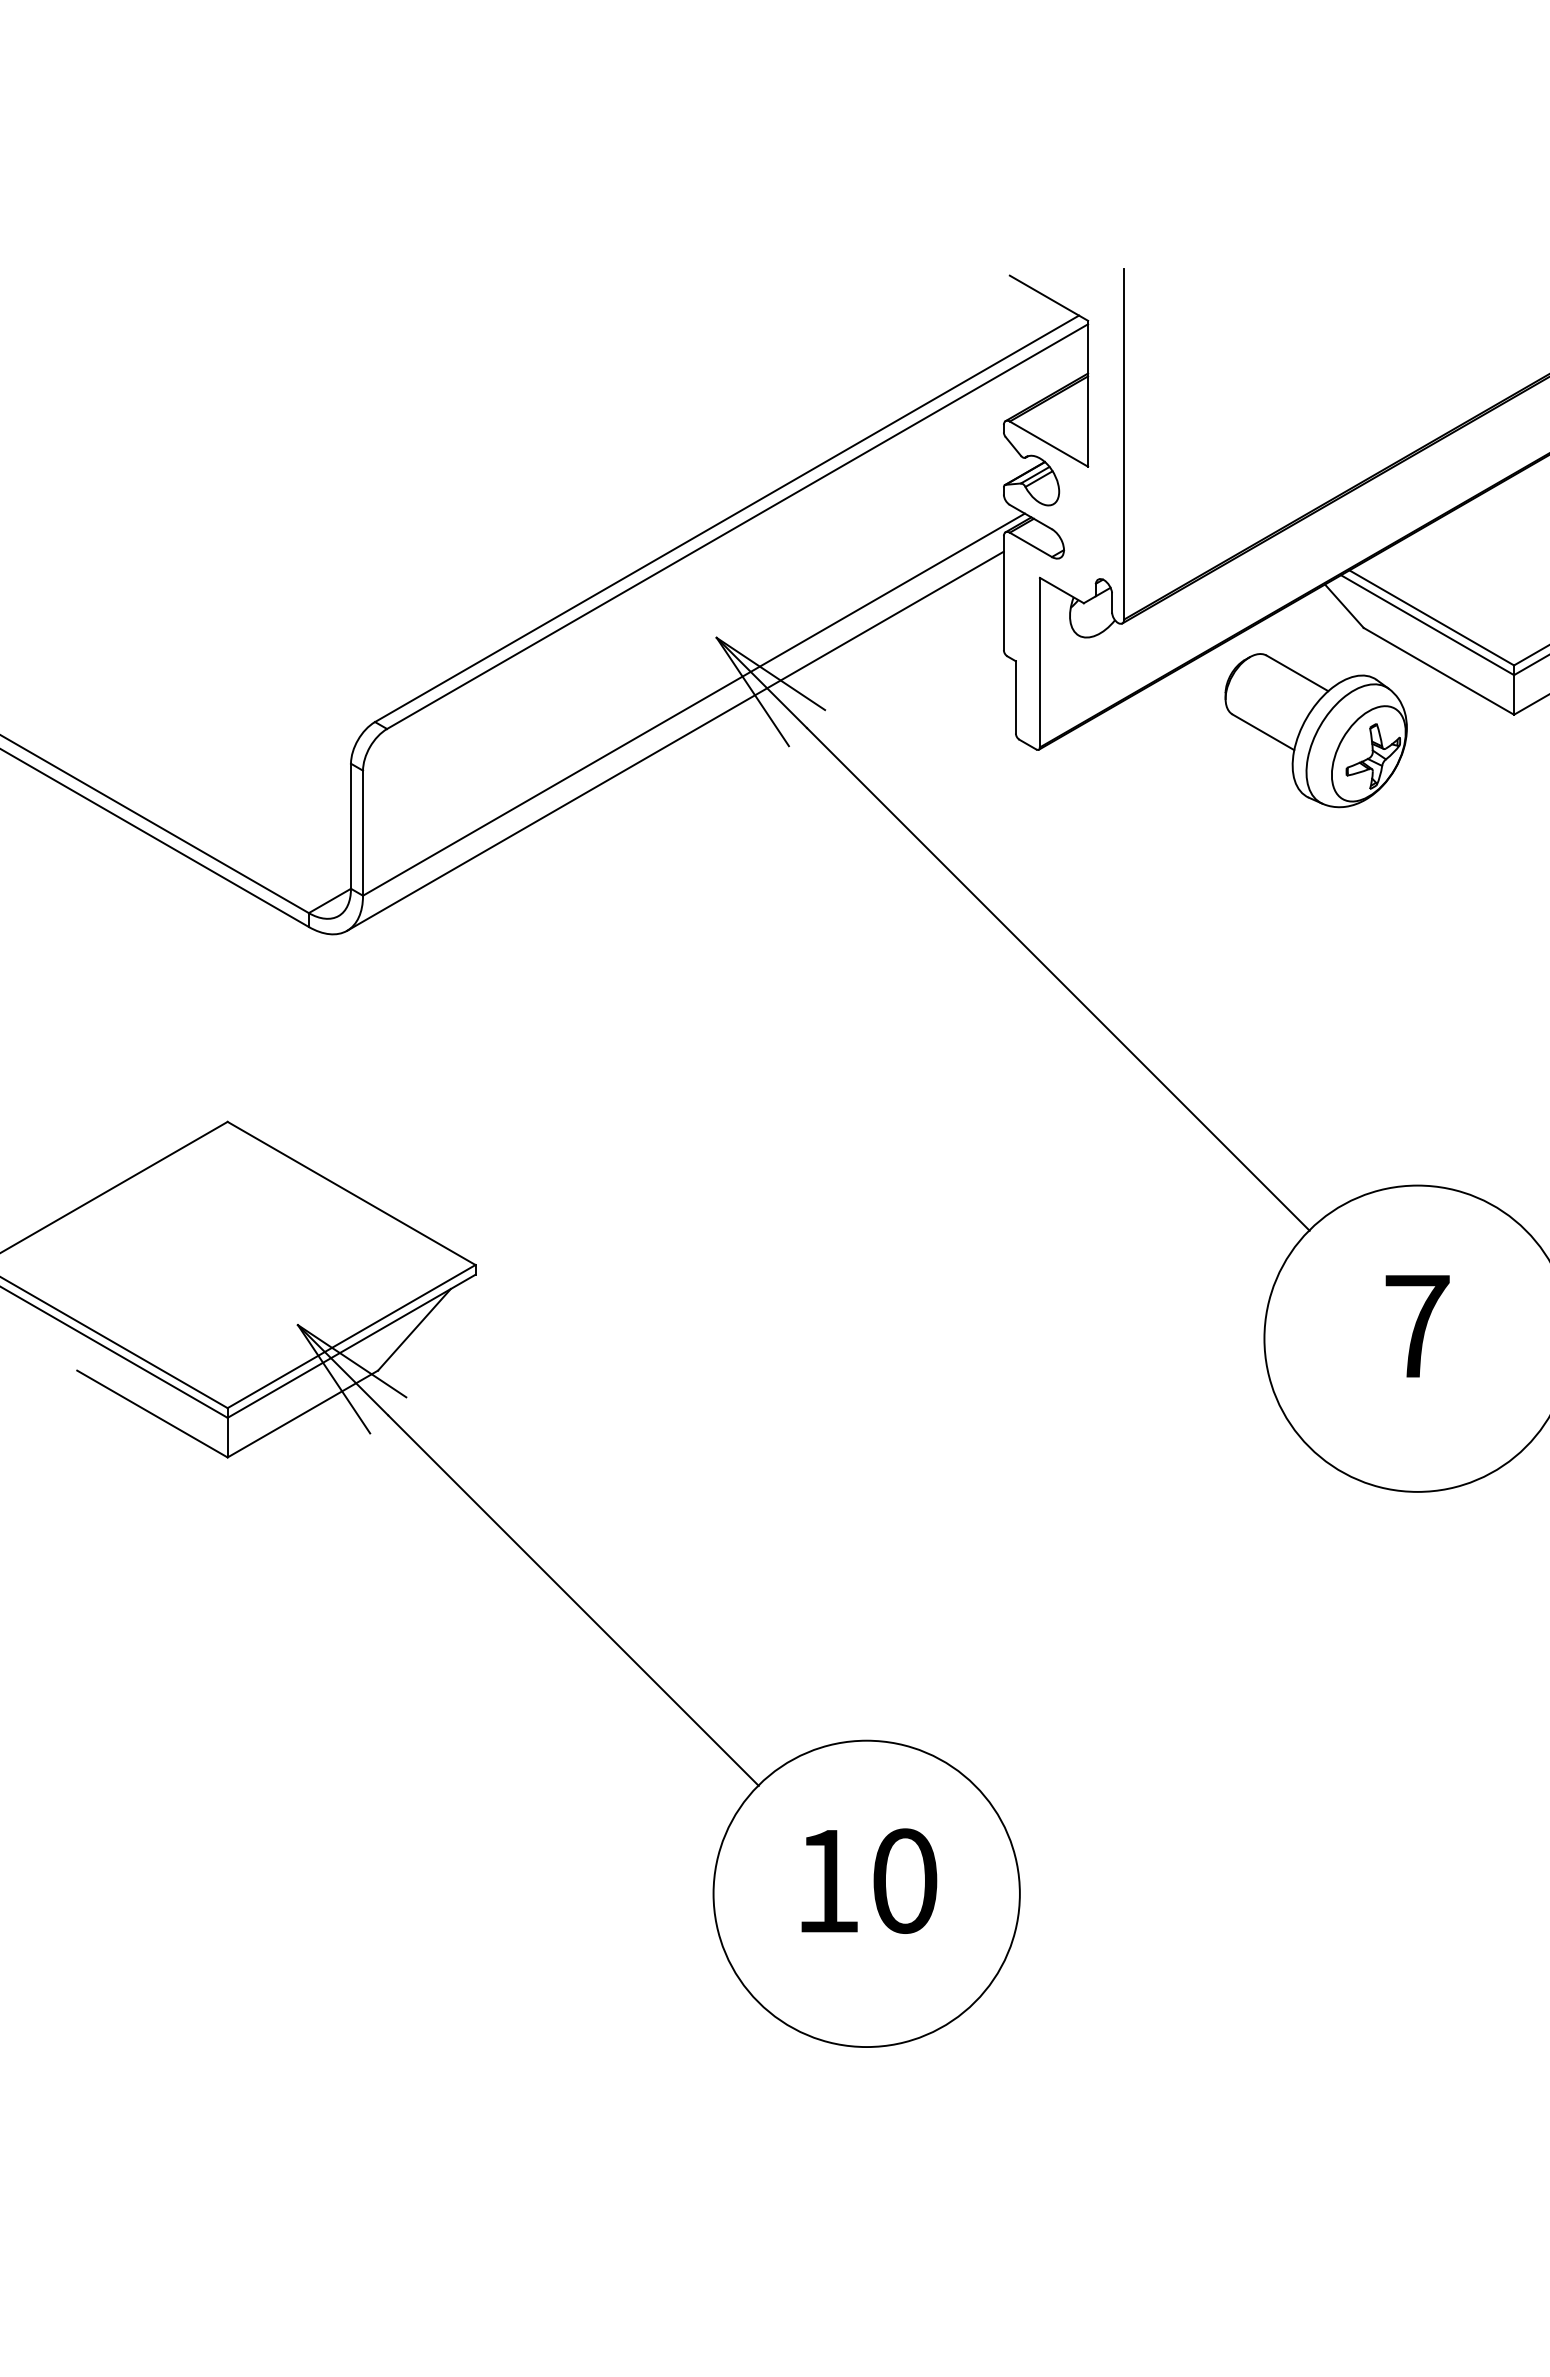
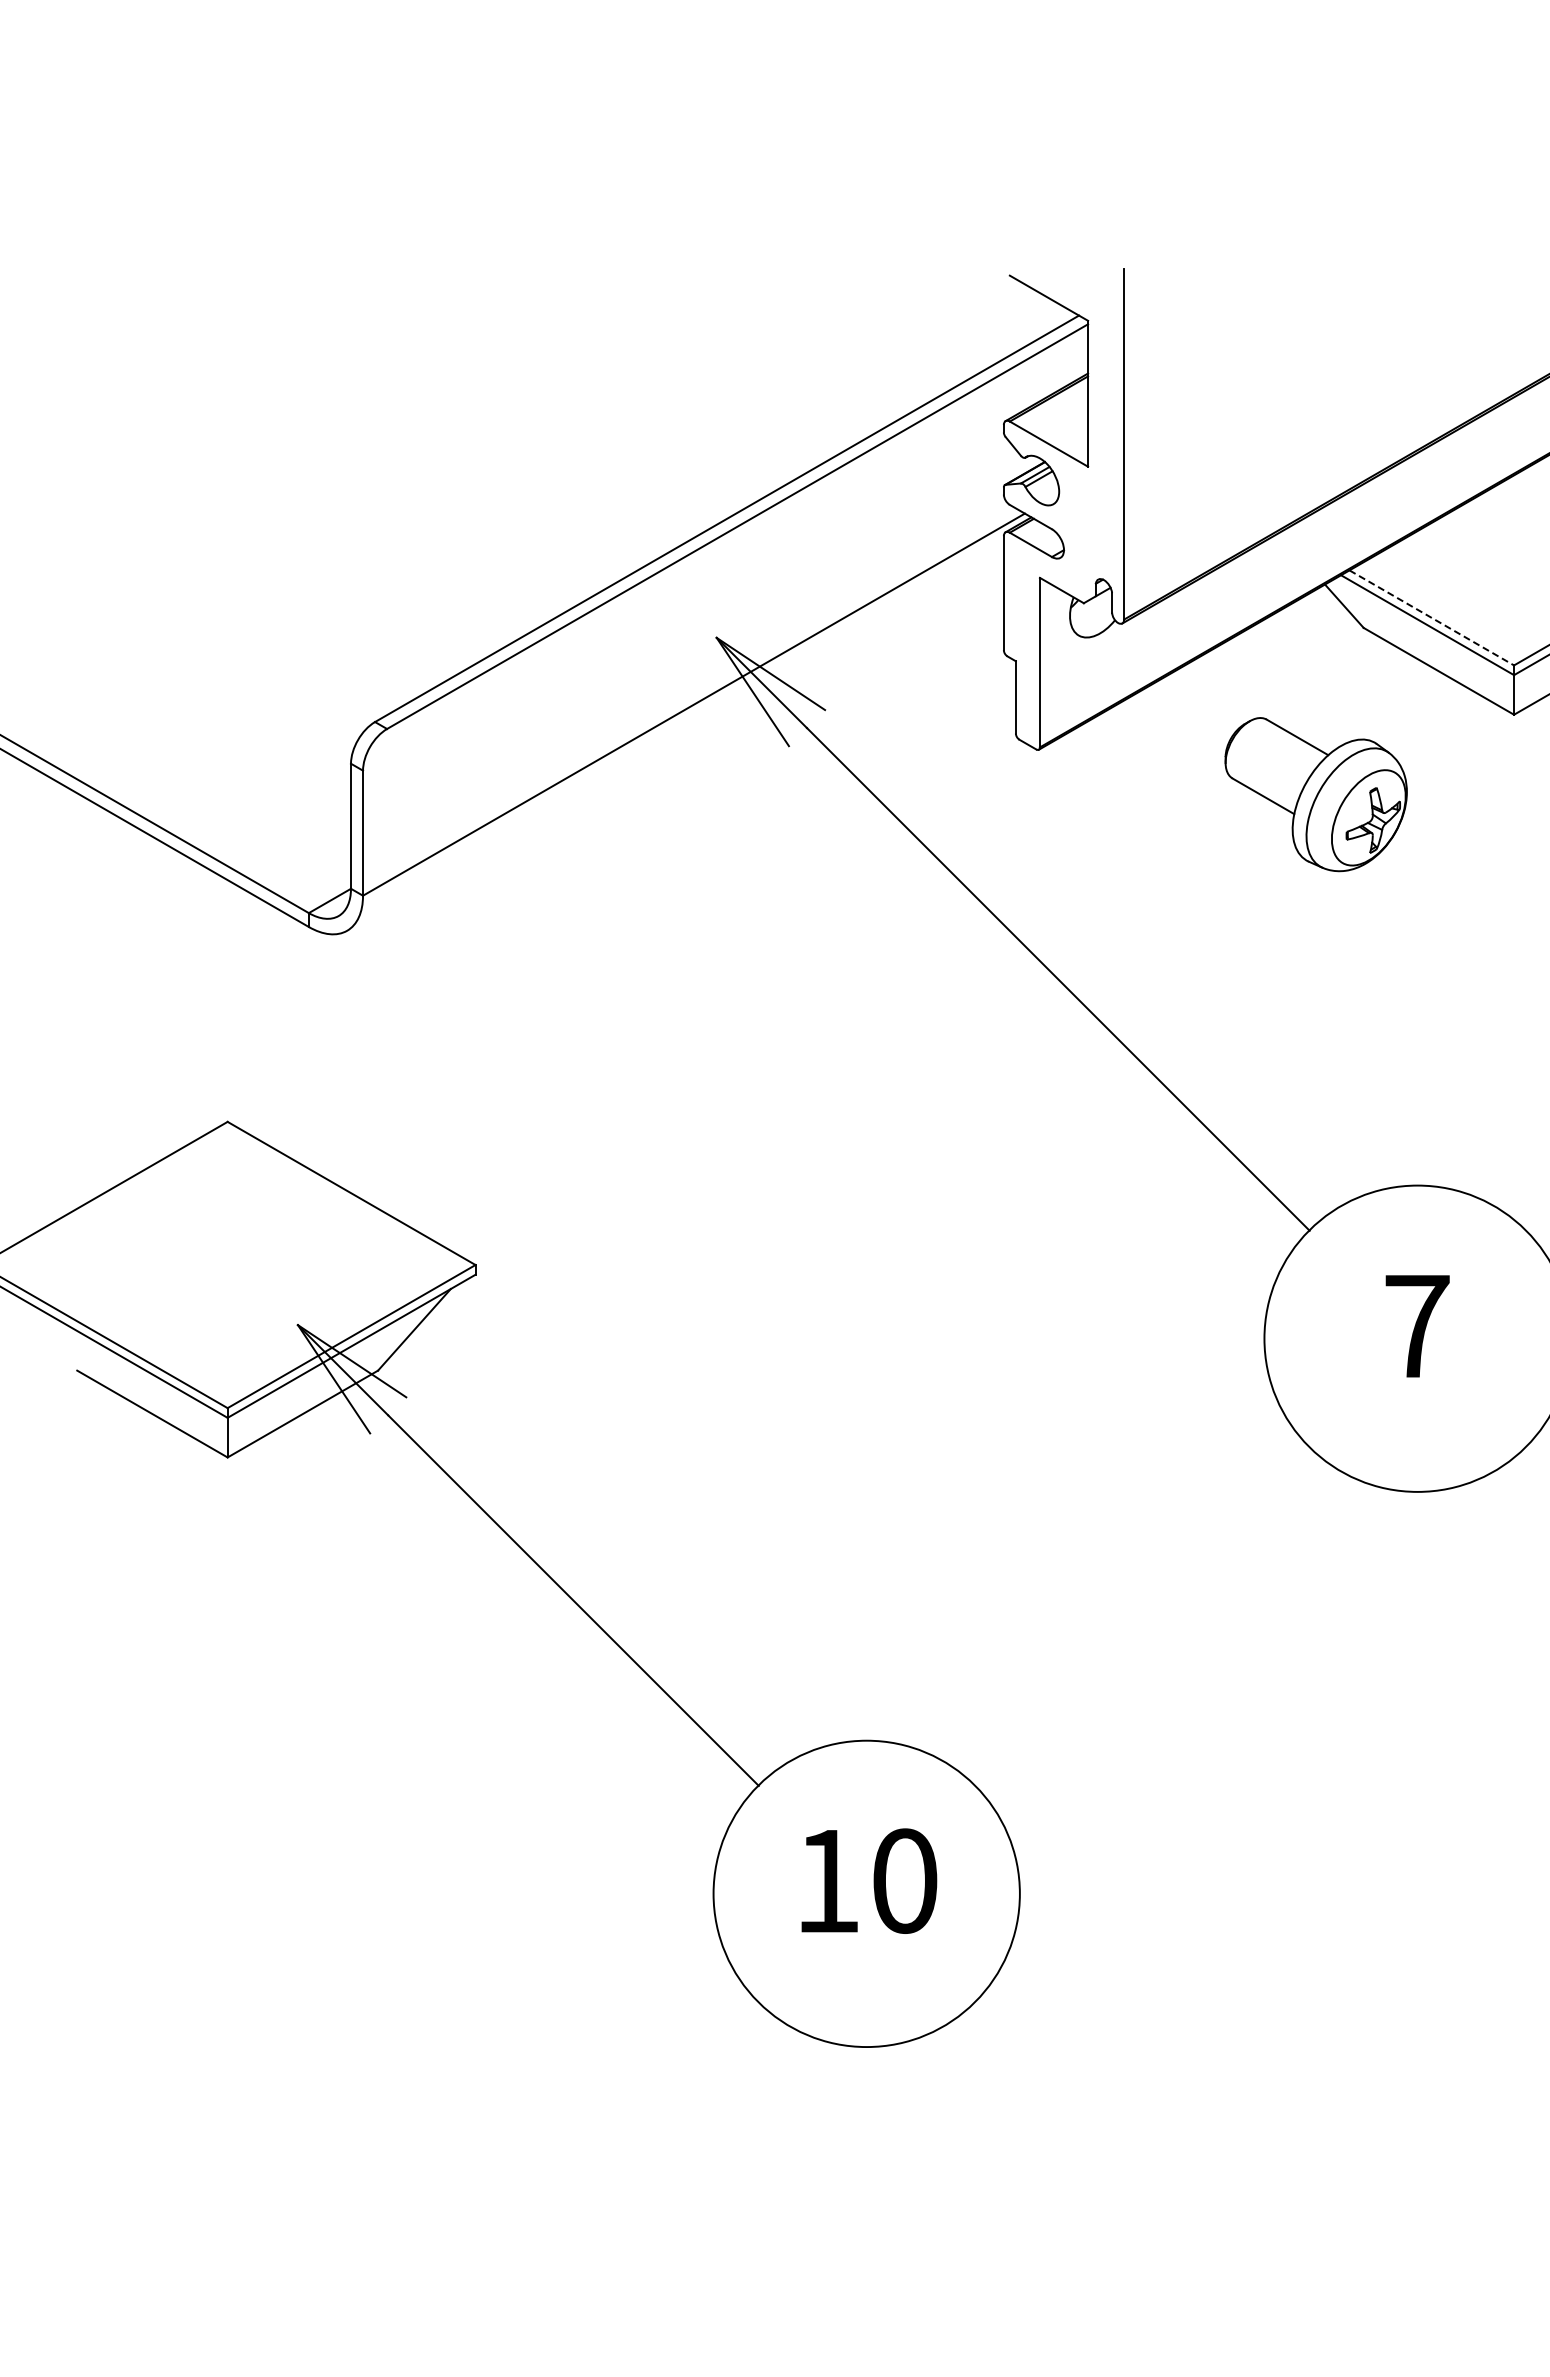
line at (1432, 618): solid -> dashed
part at (1315, 730) position: (1315, 730) -> (1315, 794)
line at (675, 740): present -> none
